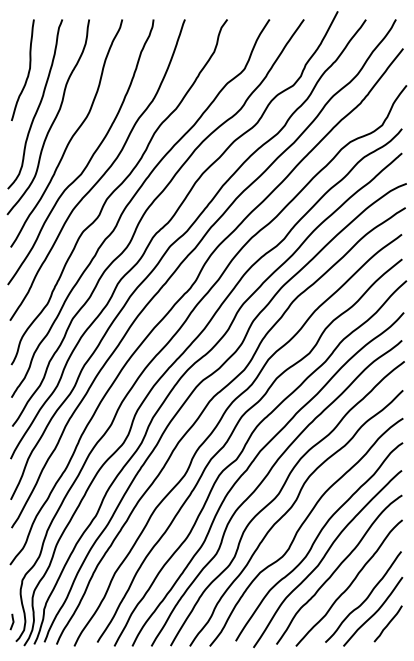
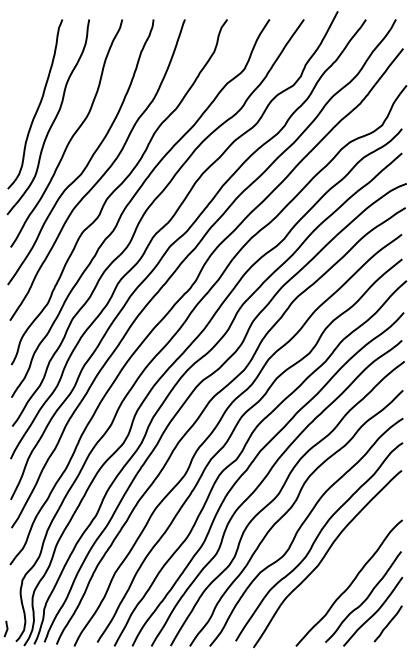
curve at (27, 73): present -> none
curve at (338, 568): present -> none
line at (12, 621) position: (12, 621) -> (6, 628)
